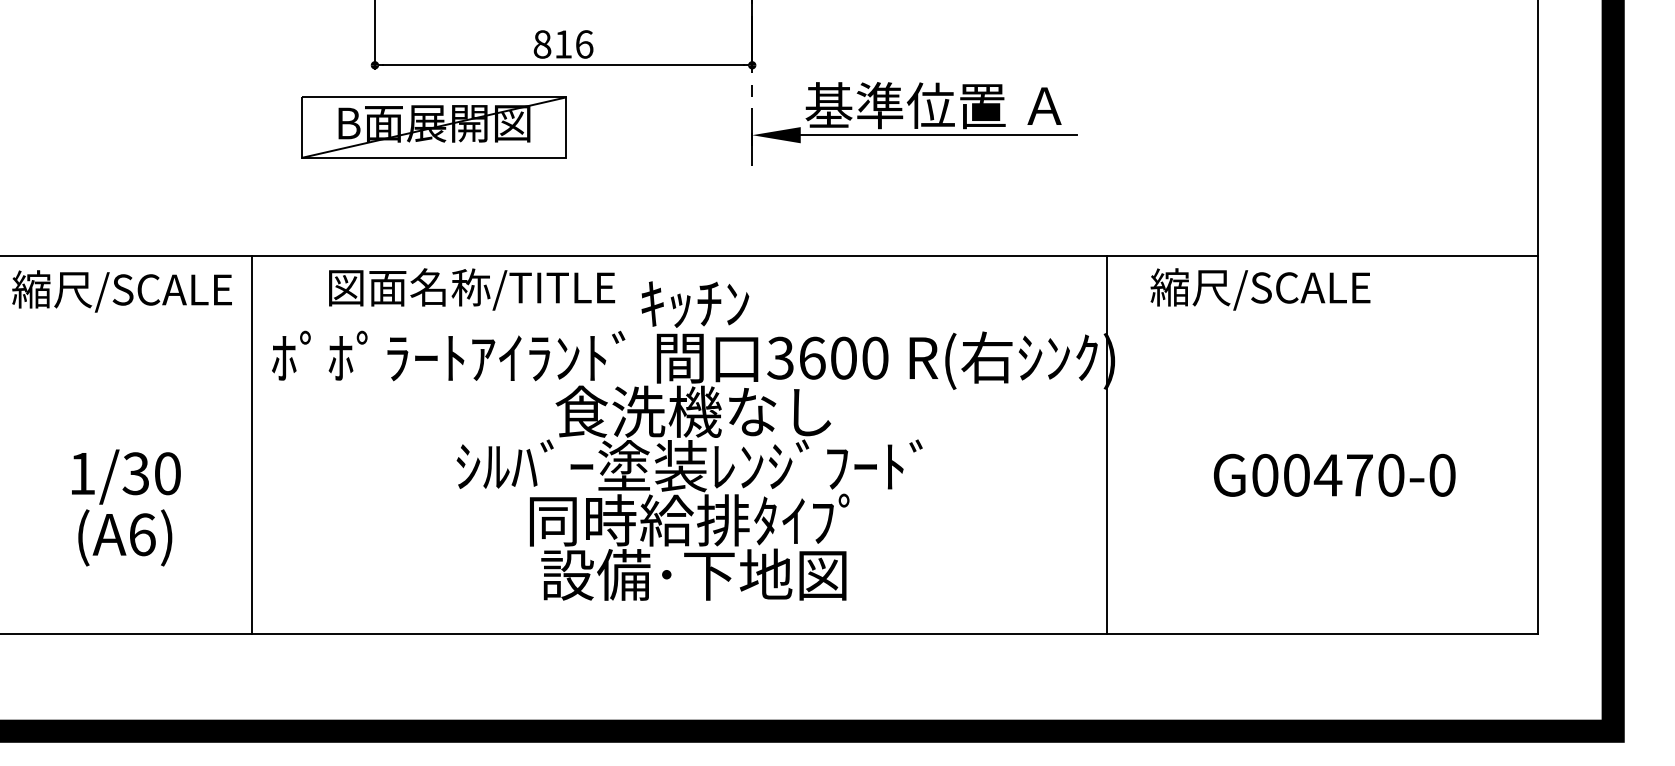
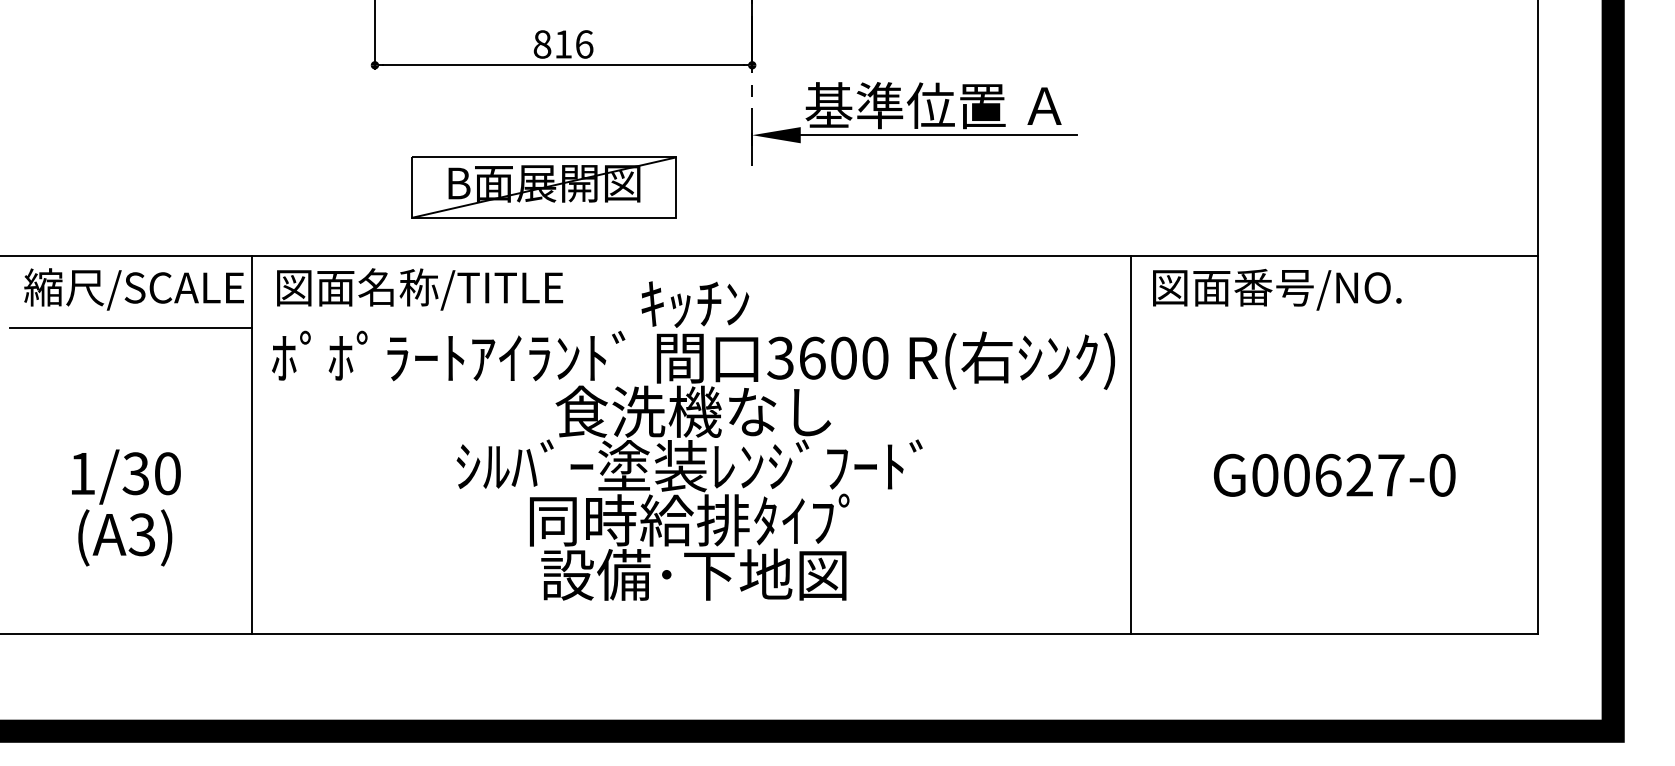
part at (433, 127) position: (433, 127) -> (543, 187)
text at (472, 289) position: (472, 289) -> (420, 289)
text at (1275, 289): 縮尺/SCALE -> 図面番号/NO.
text at (121, 291) position: (121, 291) -> (133, 289)
line at (130, 327): none -> present
line at (1106, 444) position: (1106, 444) -> (1130, 444)
text at (1358, 474): G00470-0 -> G00627-0
text at (141, 534): (A6) -> (A3)
